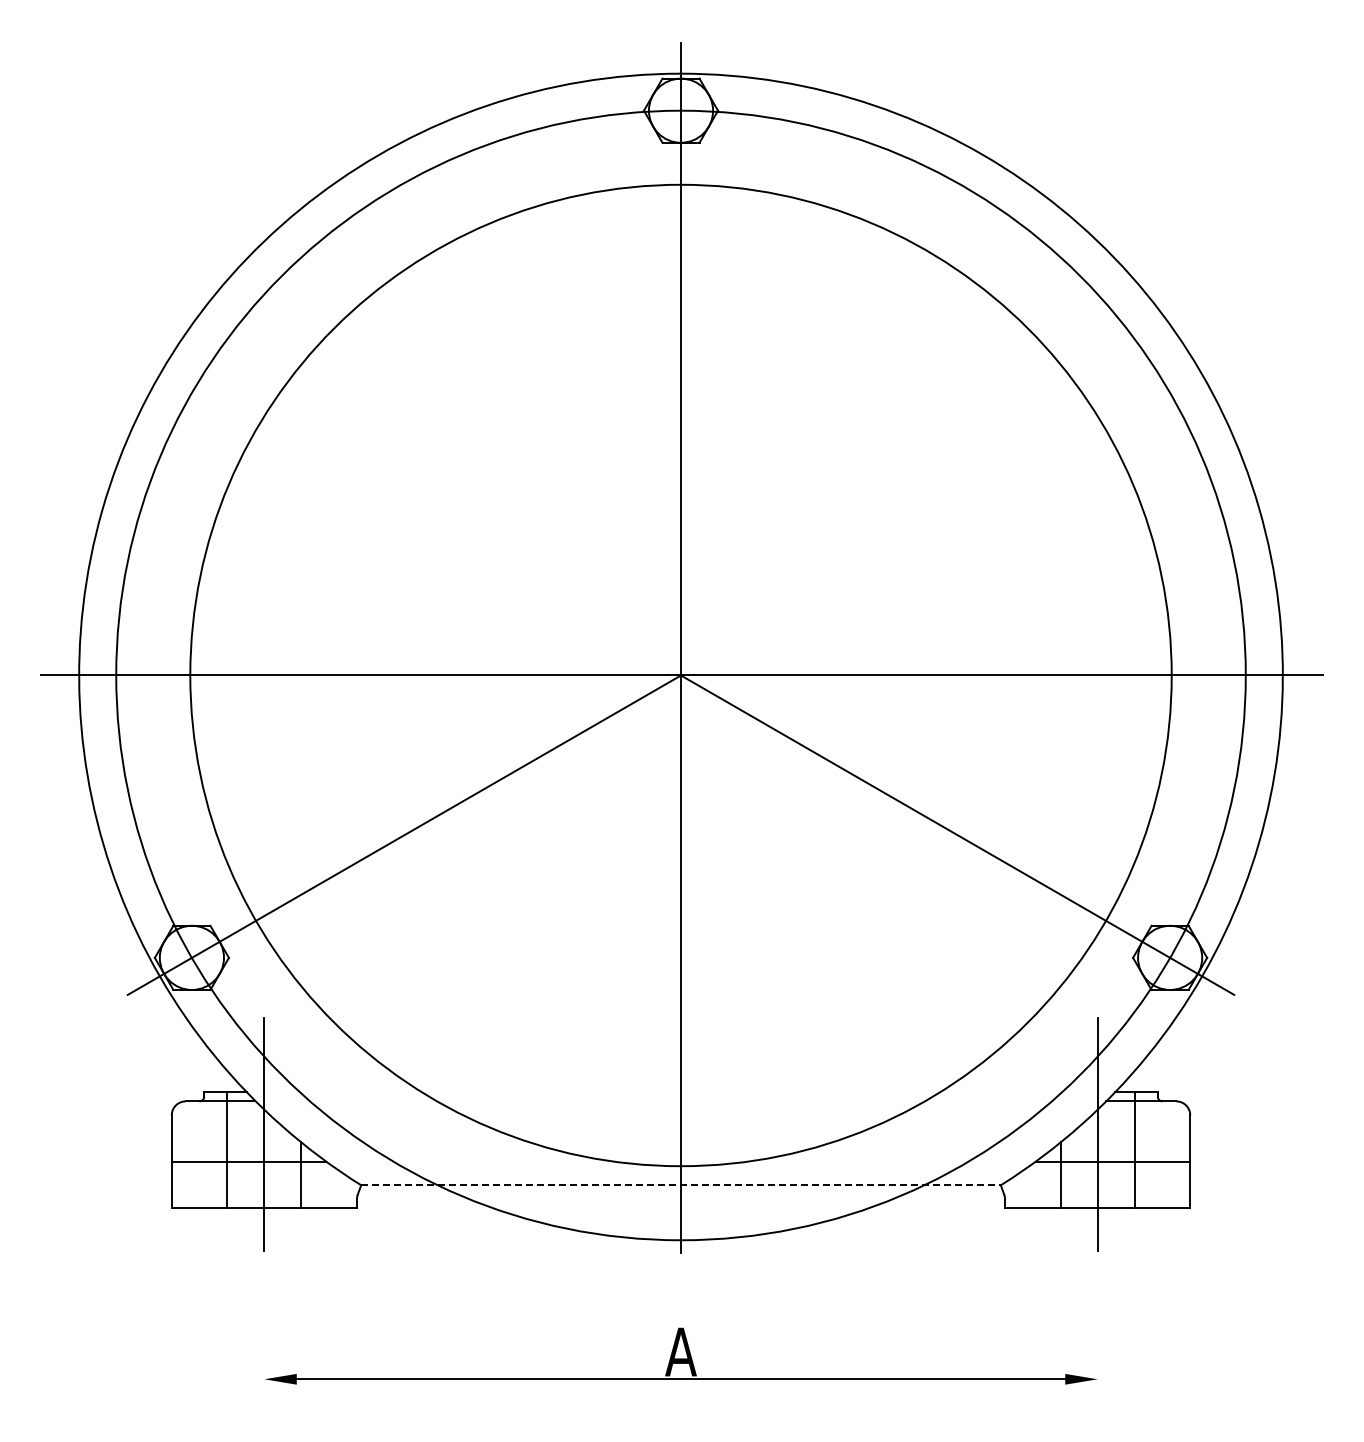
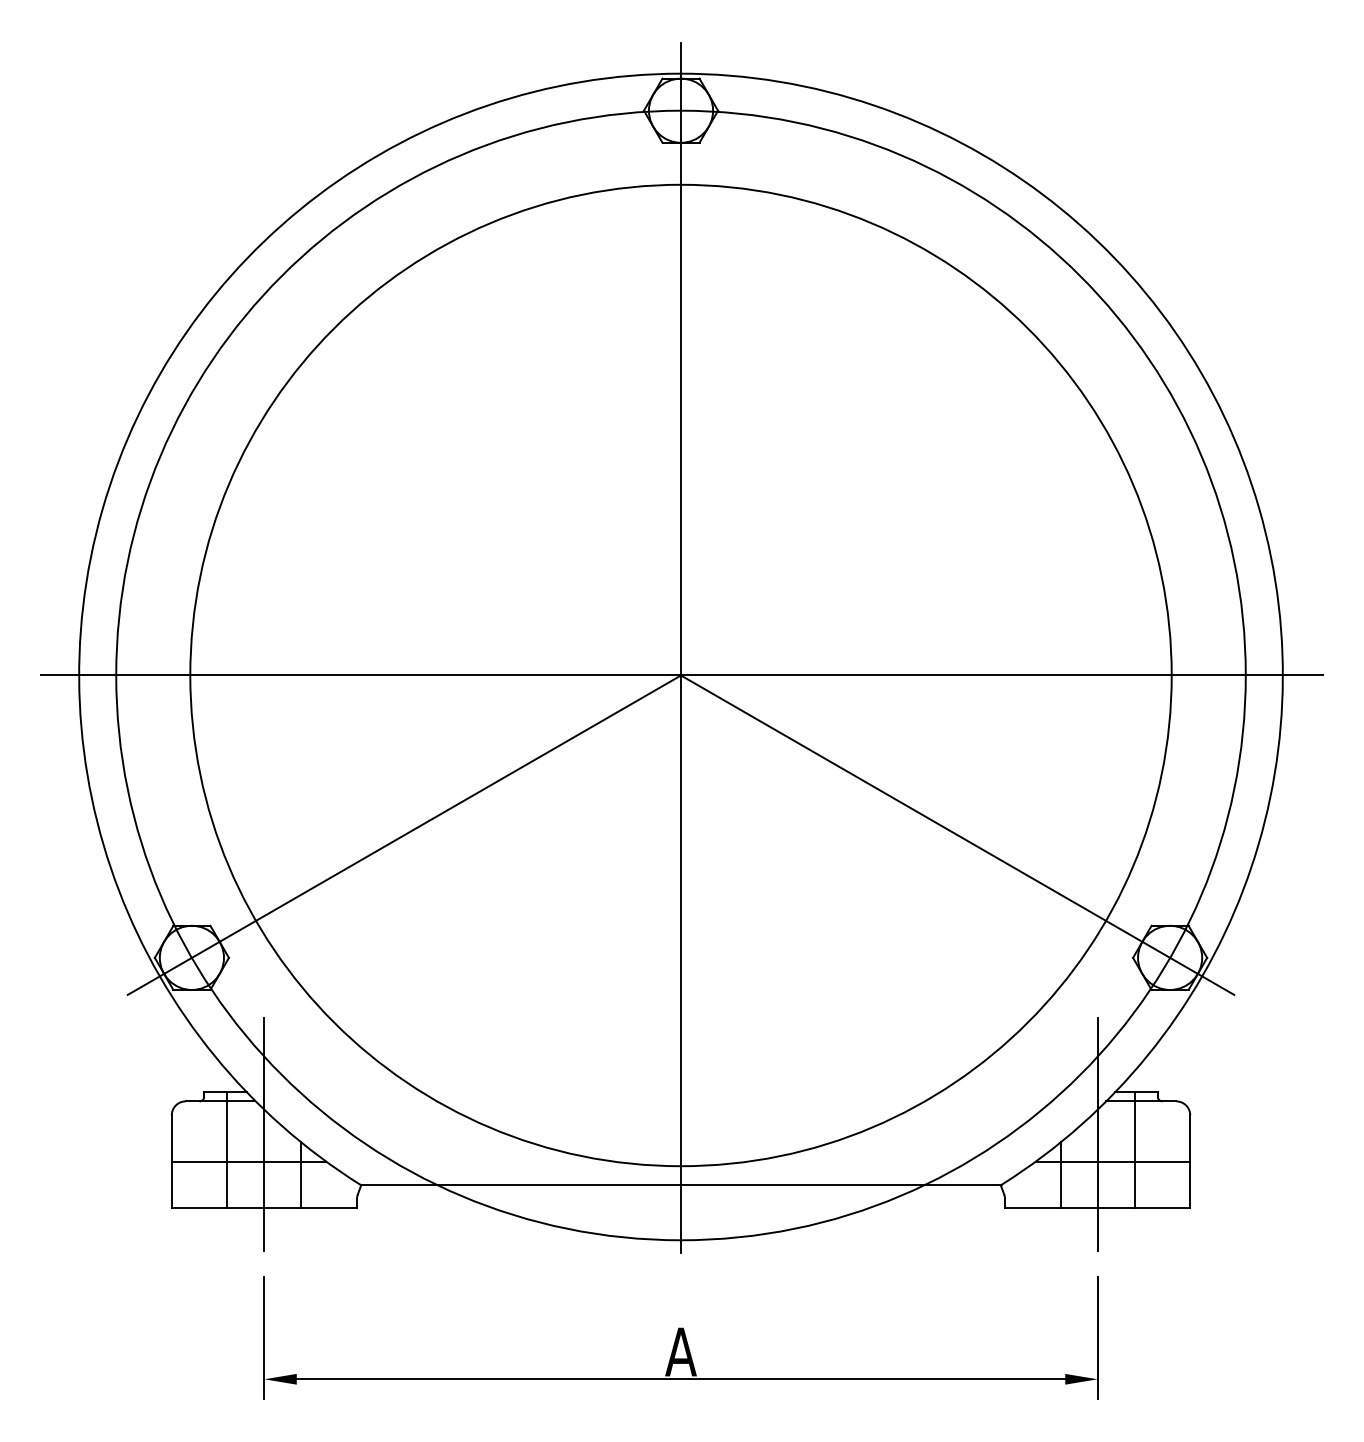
line at (682, 1184): dashed -> solid
line at (264, 1337): none -> present
line at (1097, 1337): none -> present
